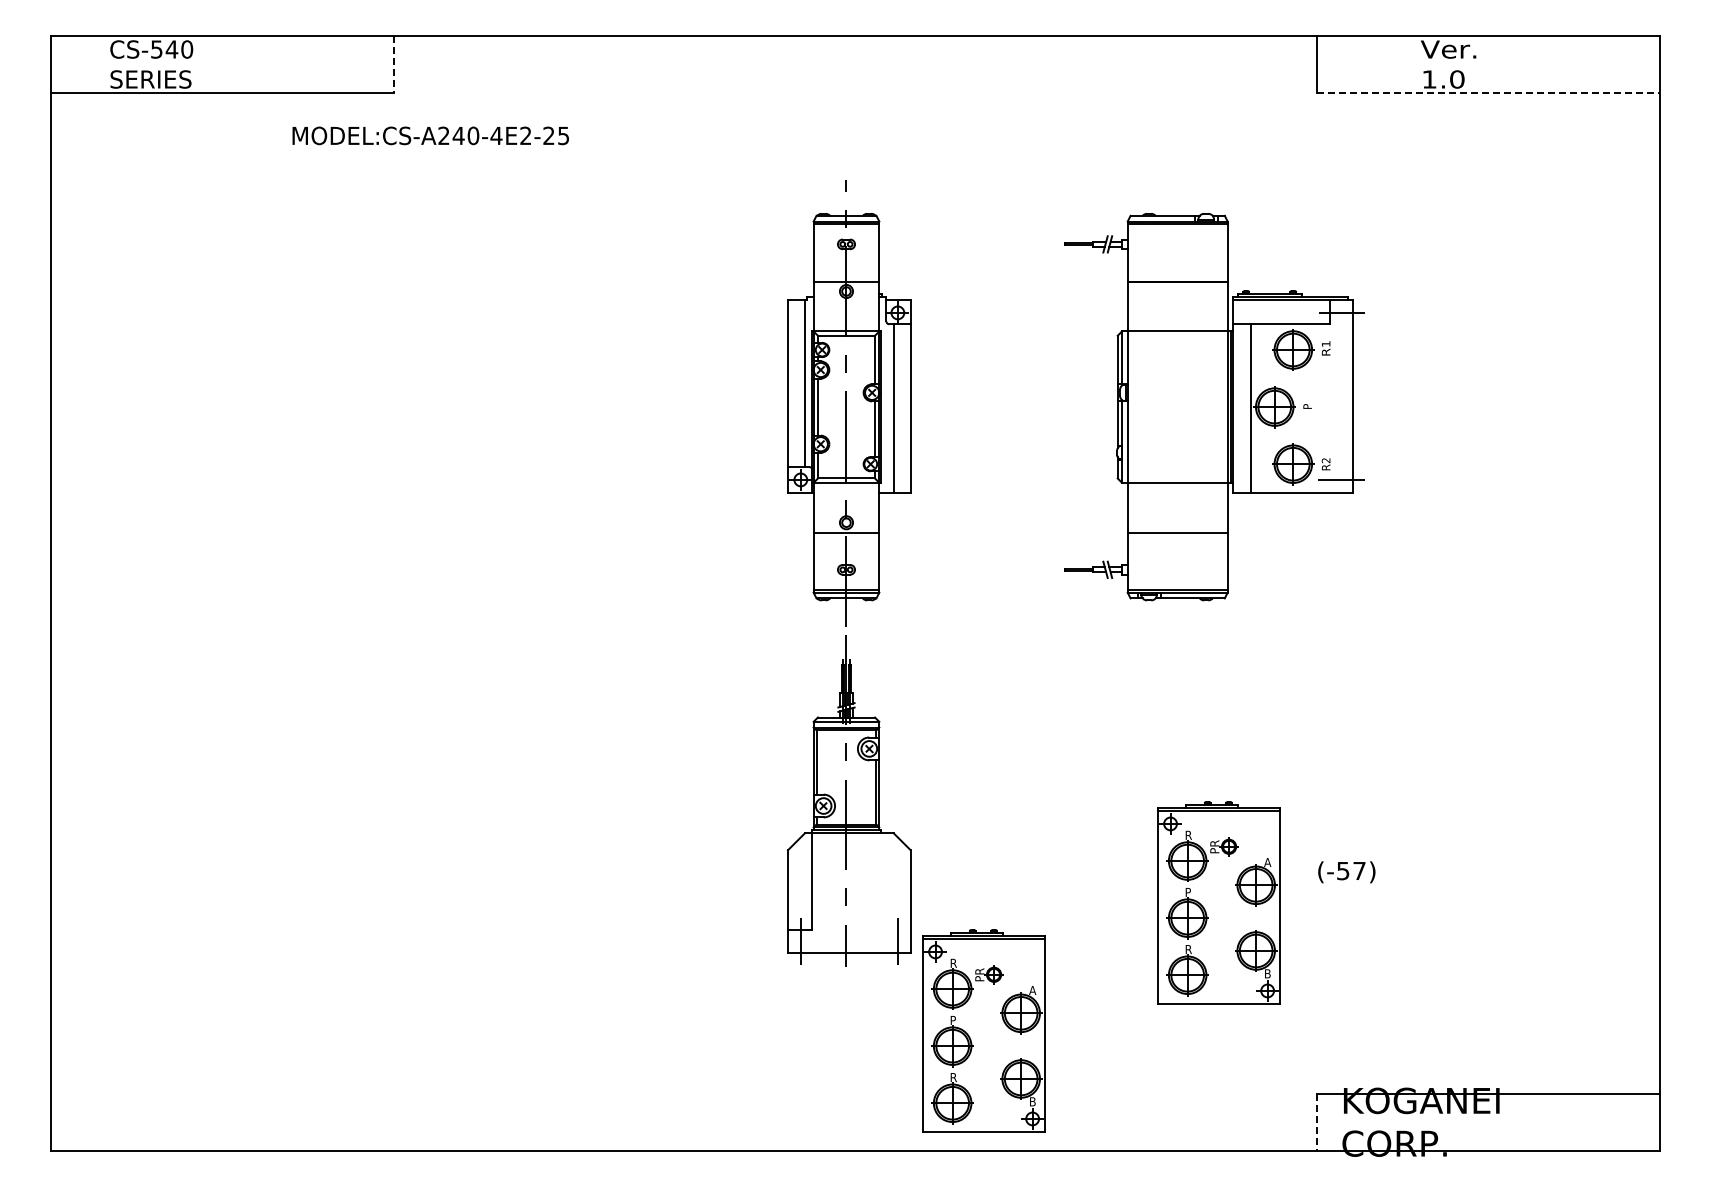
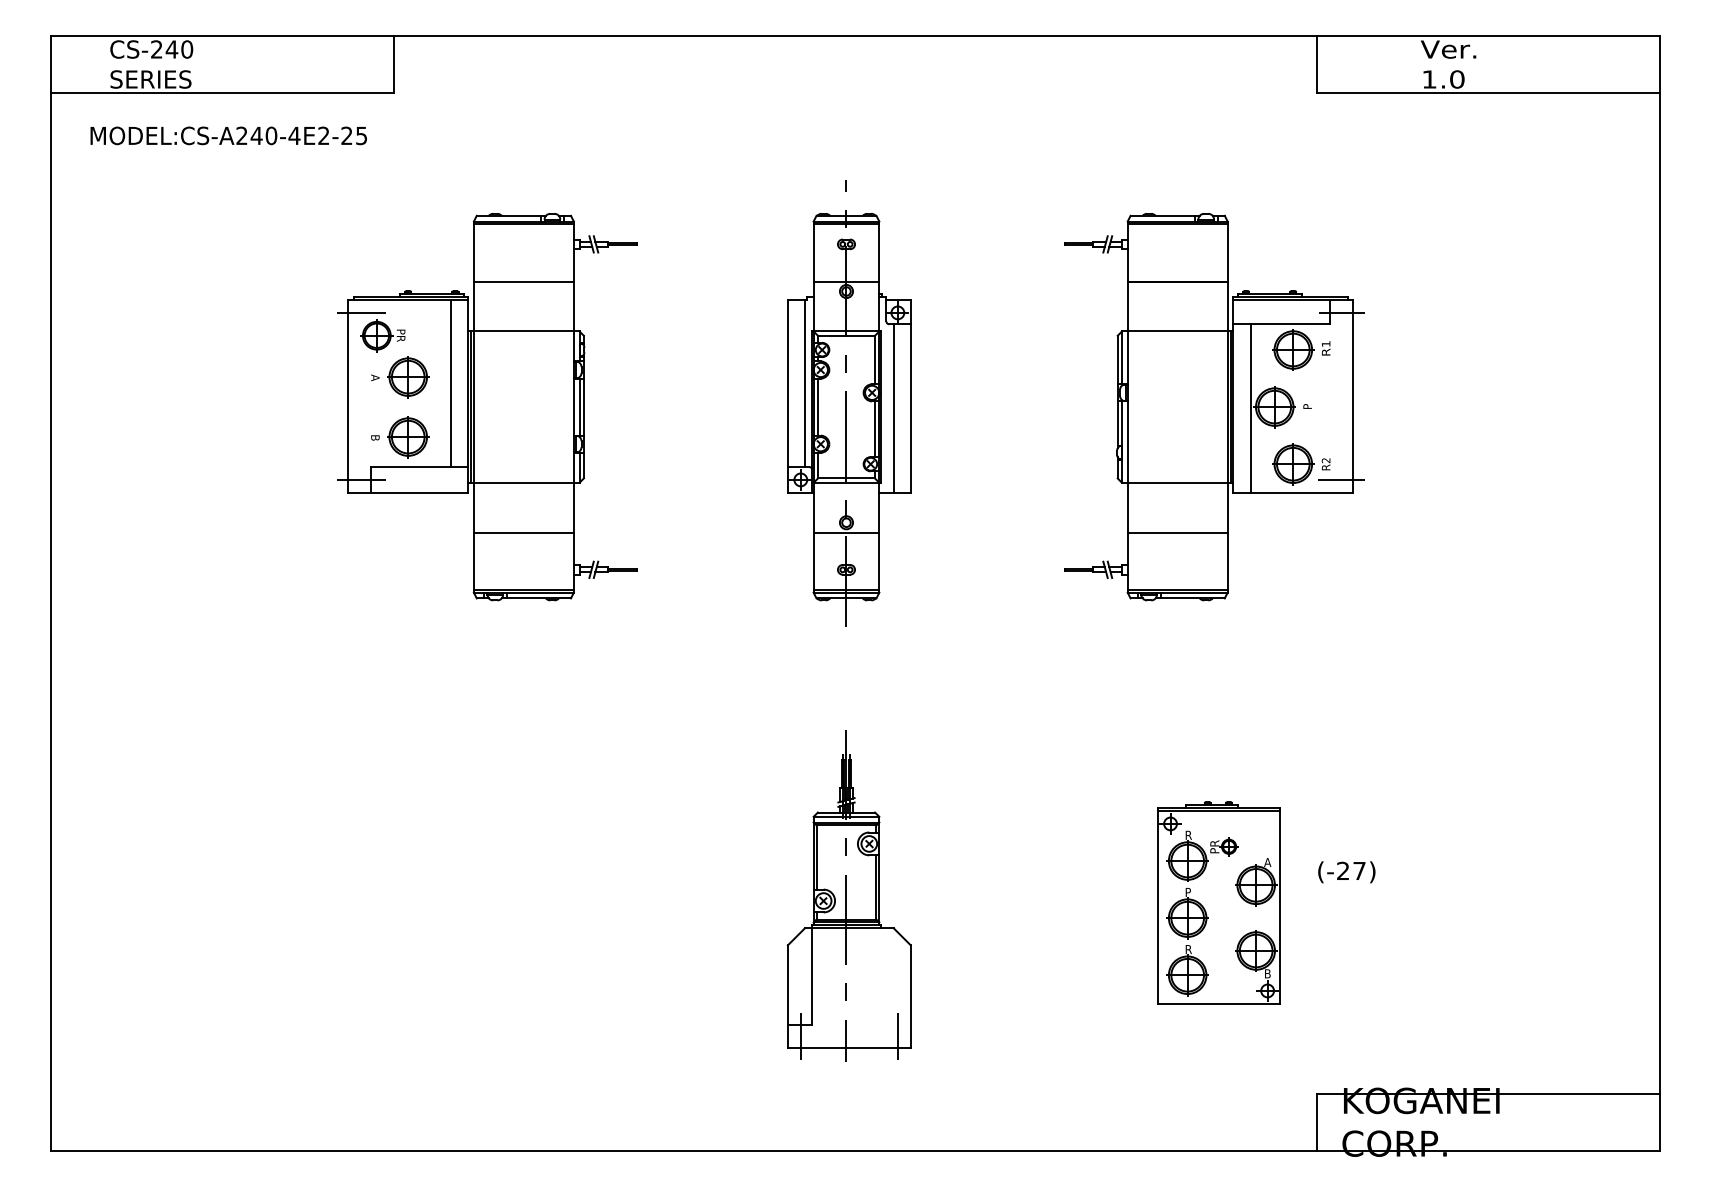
text at (156, 49): CS-540 -> CS-240
line at (393, 64): dashed -> solid
line at (1488, 93): dashed -> solid
text at (430, 135) position: (430, 135) -> (228, 135)
part at (487, 407): none -> present
part at (848, 800) position: (848, 800) -> (848, 895)
text at (1343, 870): (-57) -> (-27)
part at (983, 1030): present -> none
line at (1317, 1122): dashed -> solid
